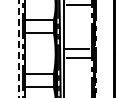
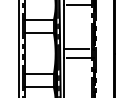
line at (18, 49): dashed -> solid
